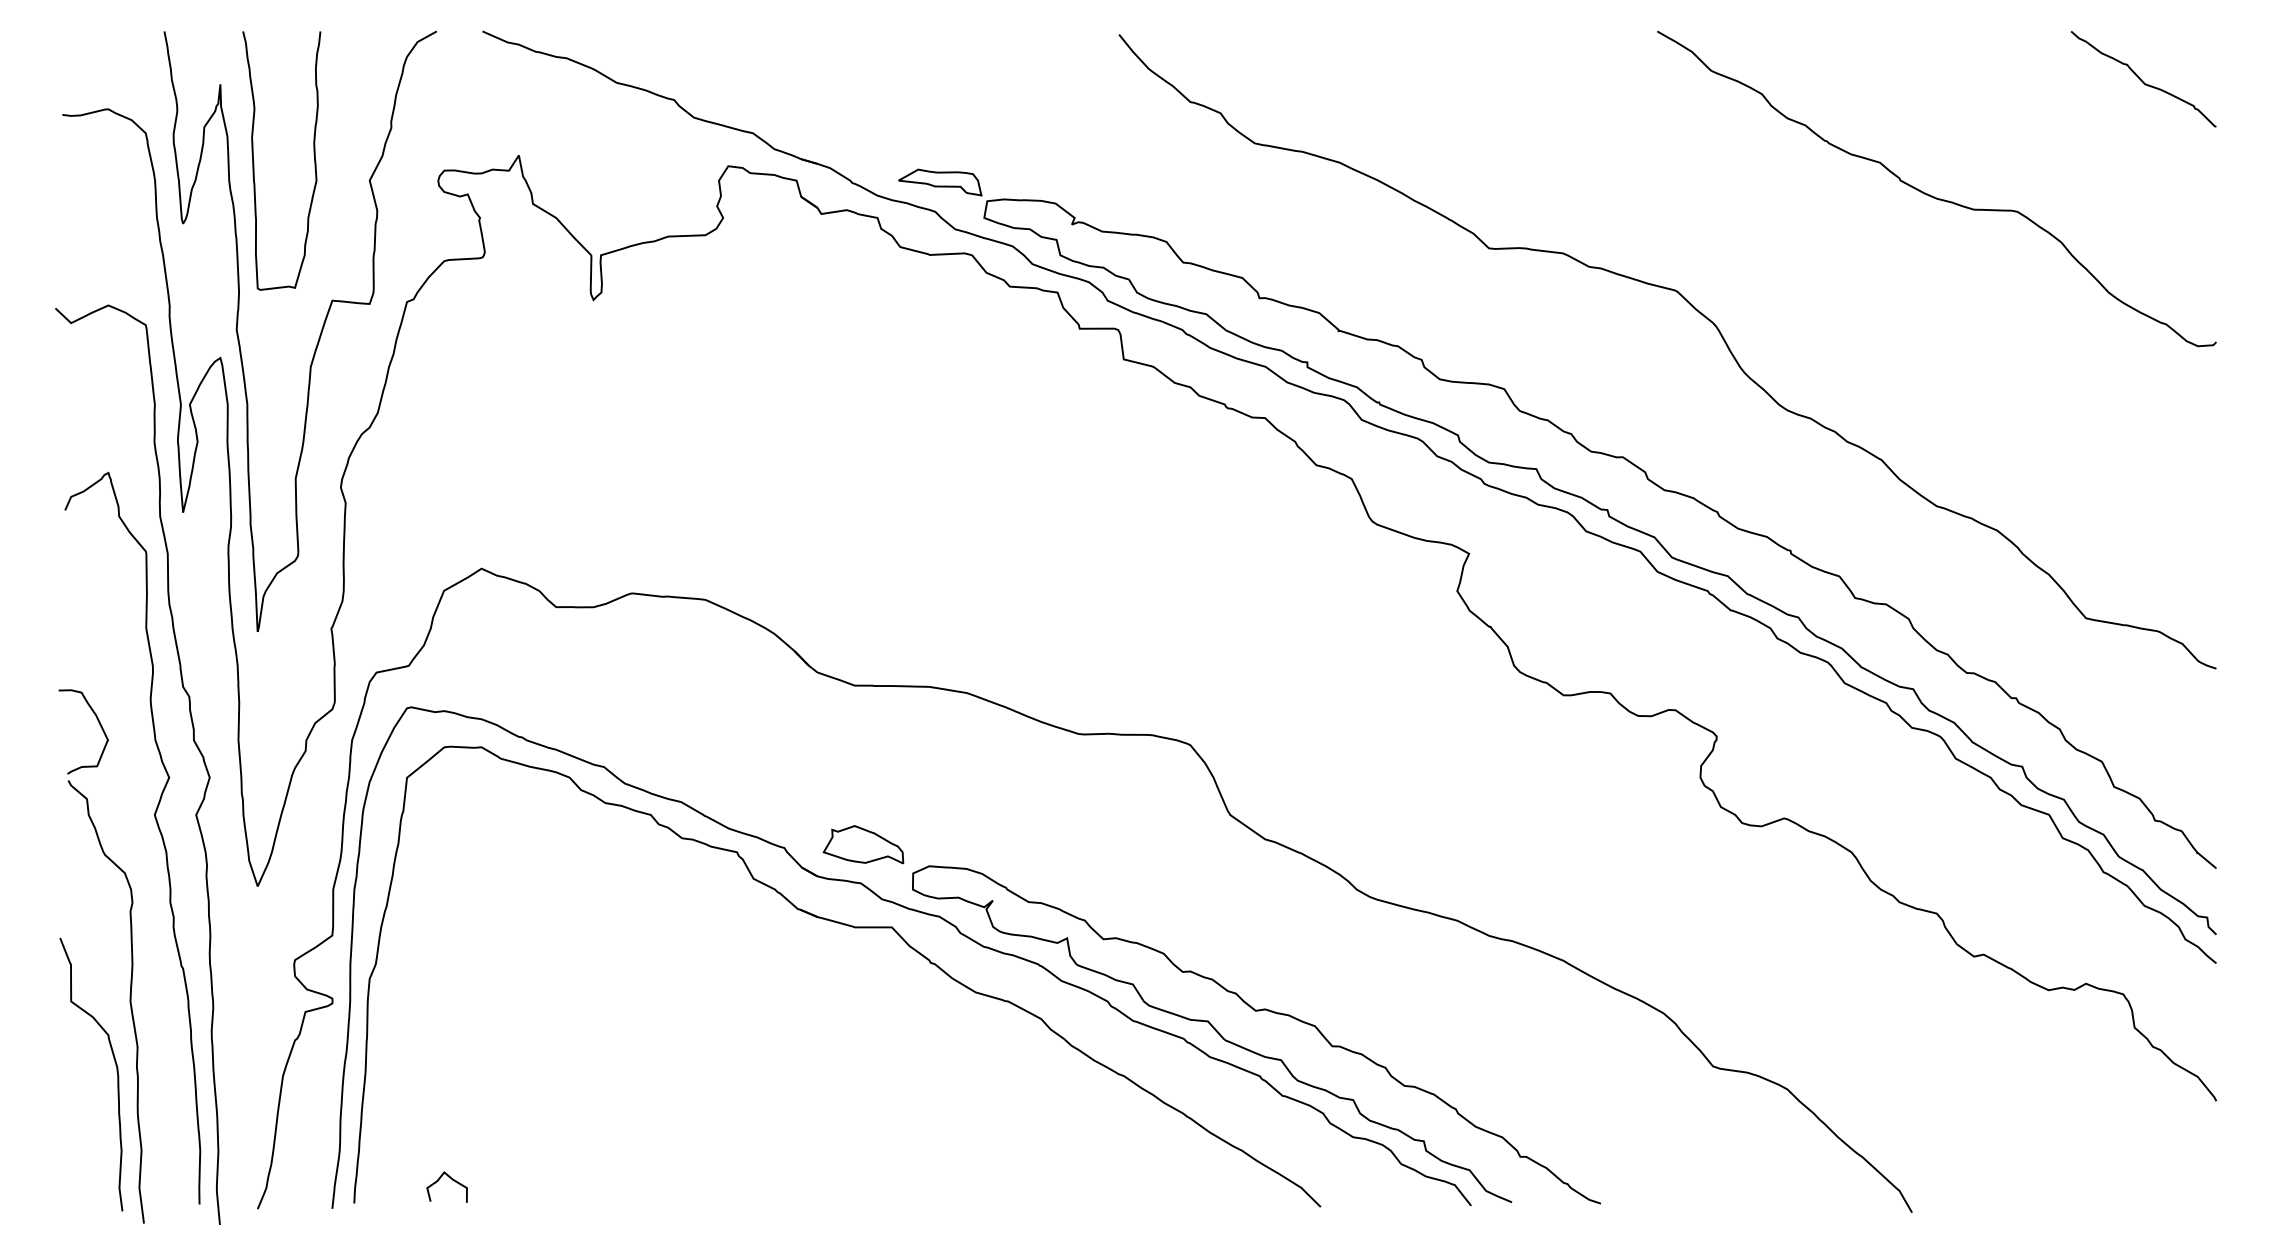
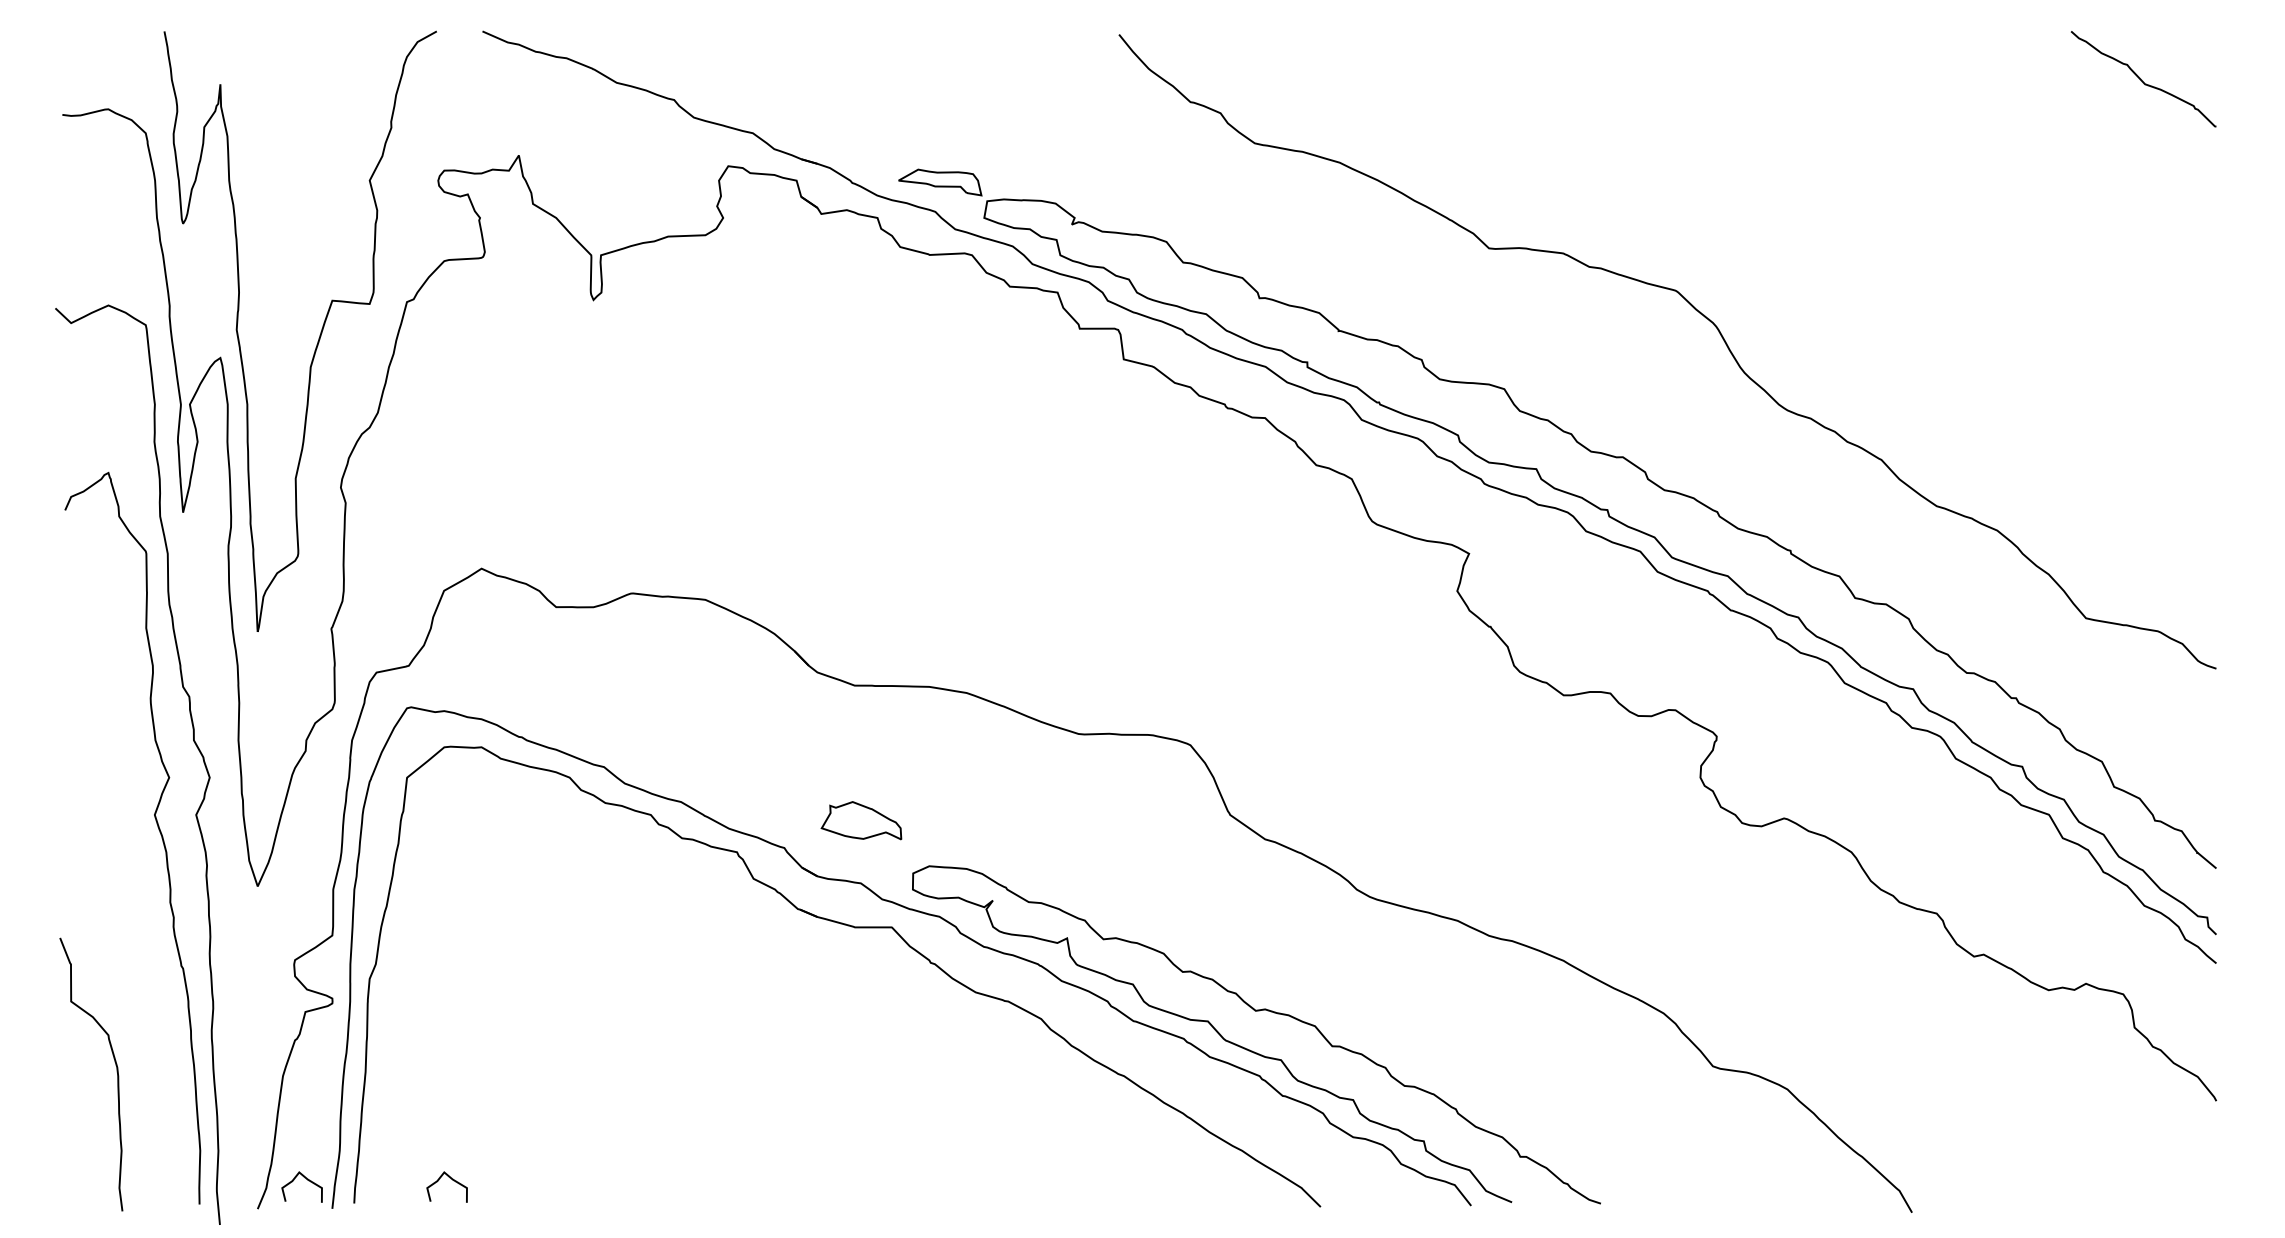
curve at (254, 162): present -> none
curve at (1932, 195): present -> none
part at (863, 844) position: (863, 844) -> (861, 820)
part at (131, 956): present -> none
curve at (307, 1180): none -> present
